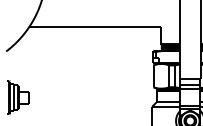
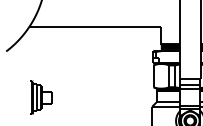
part at (18, 97) position: (18, 97) -> (41, 97)
